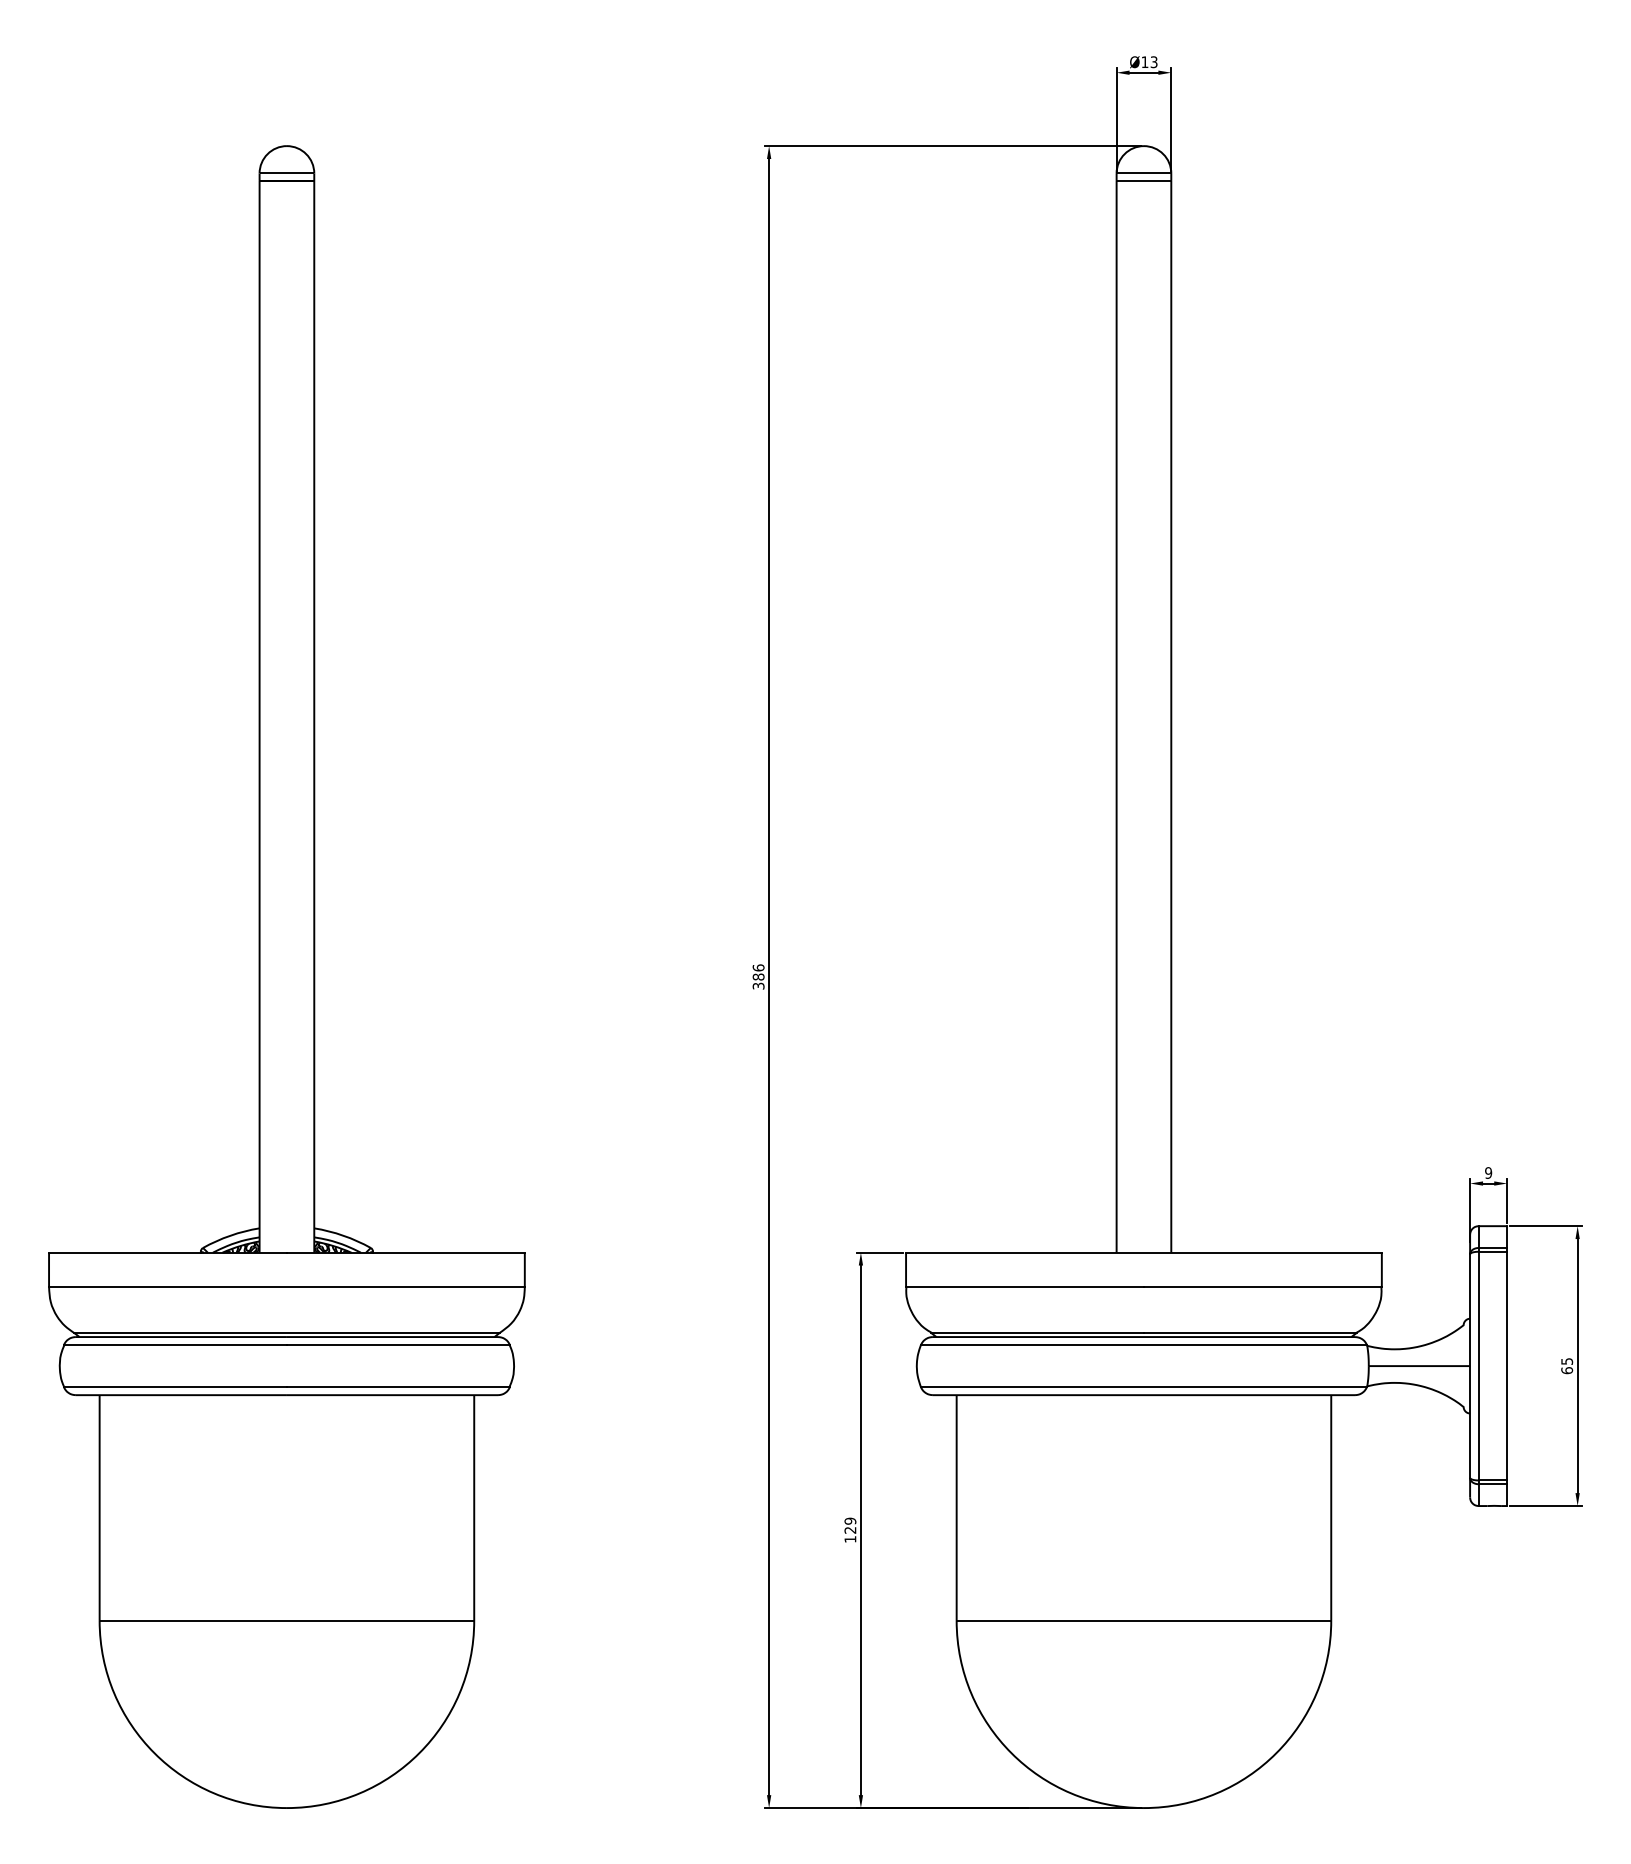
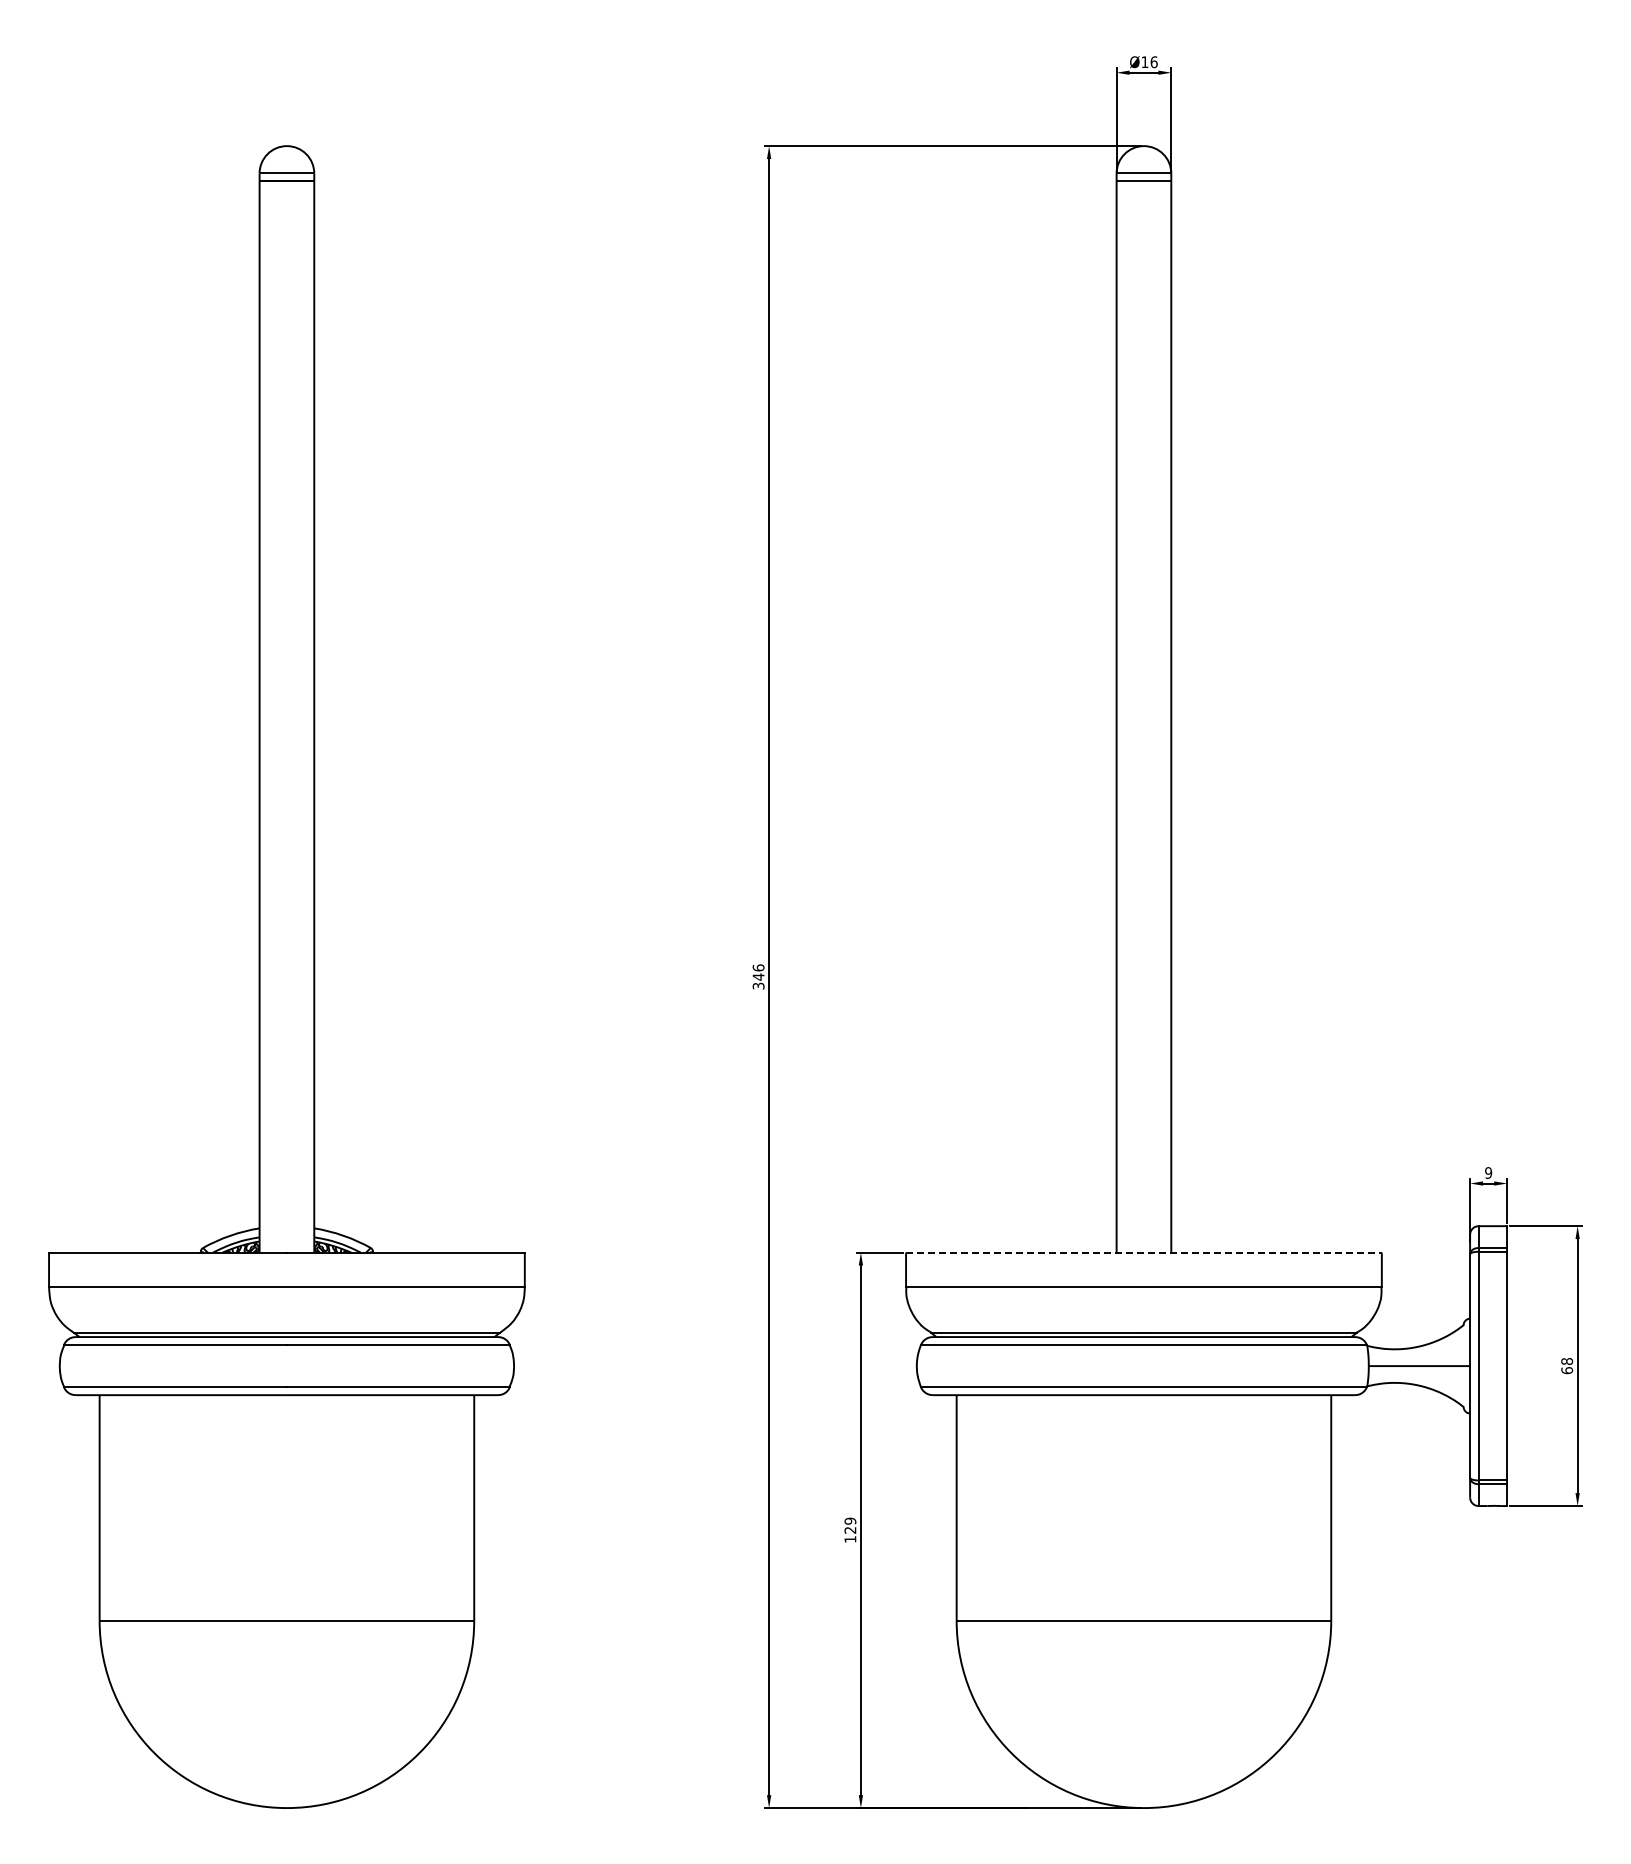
text at (1153, 62): Ø13 -> Ø16
text at (758, 976): 386 -> 346
line at (1143, 1252): solid -> dashed
text at (1566, 1361): 65 -> 68
